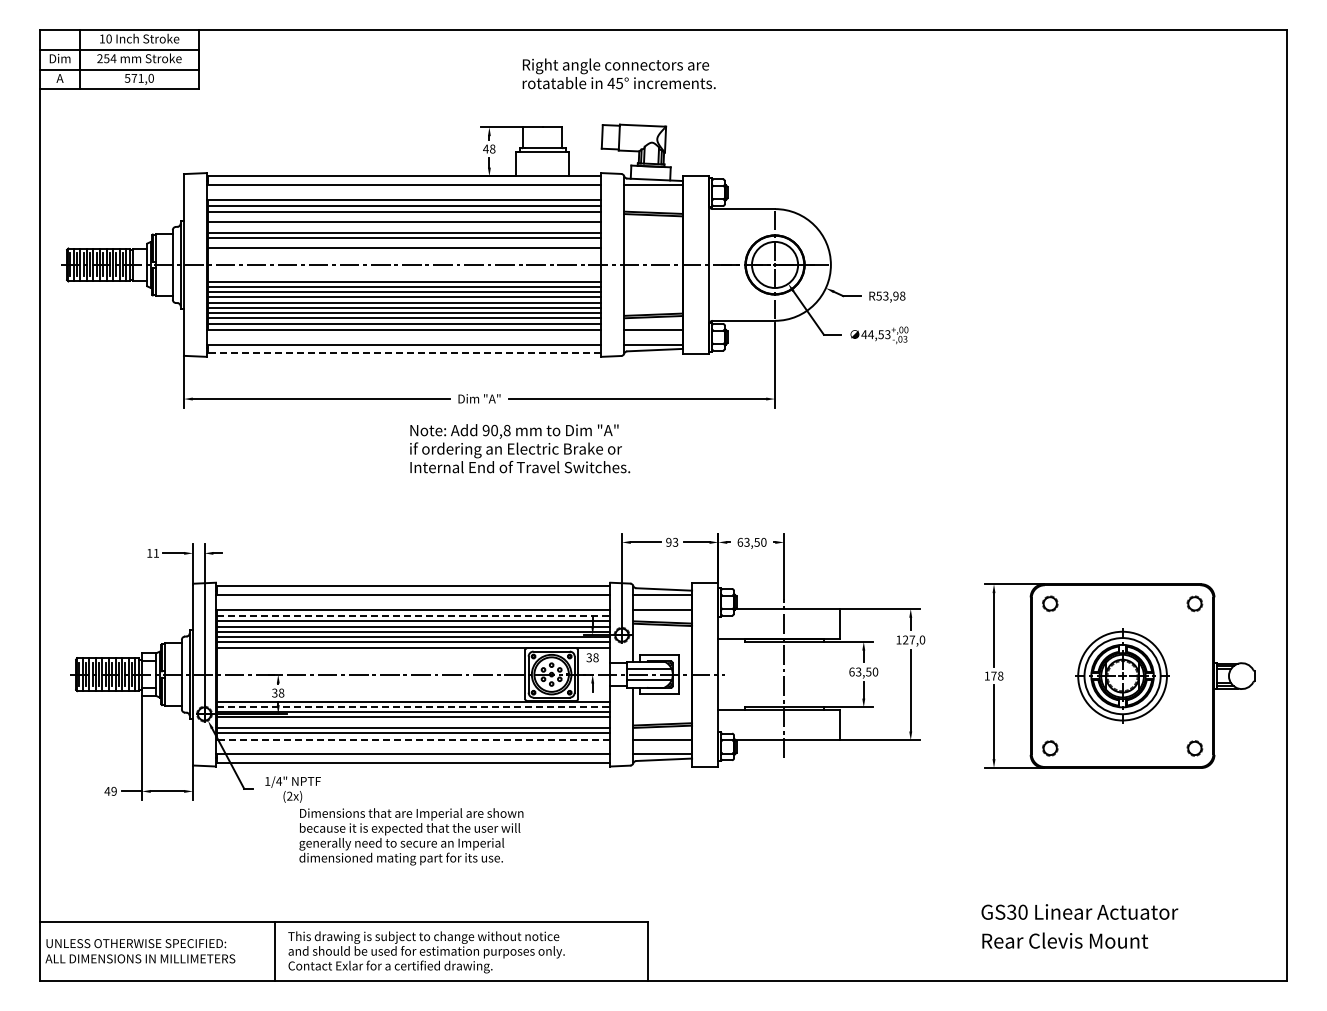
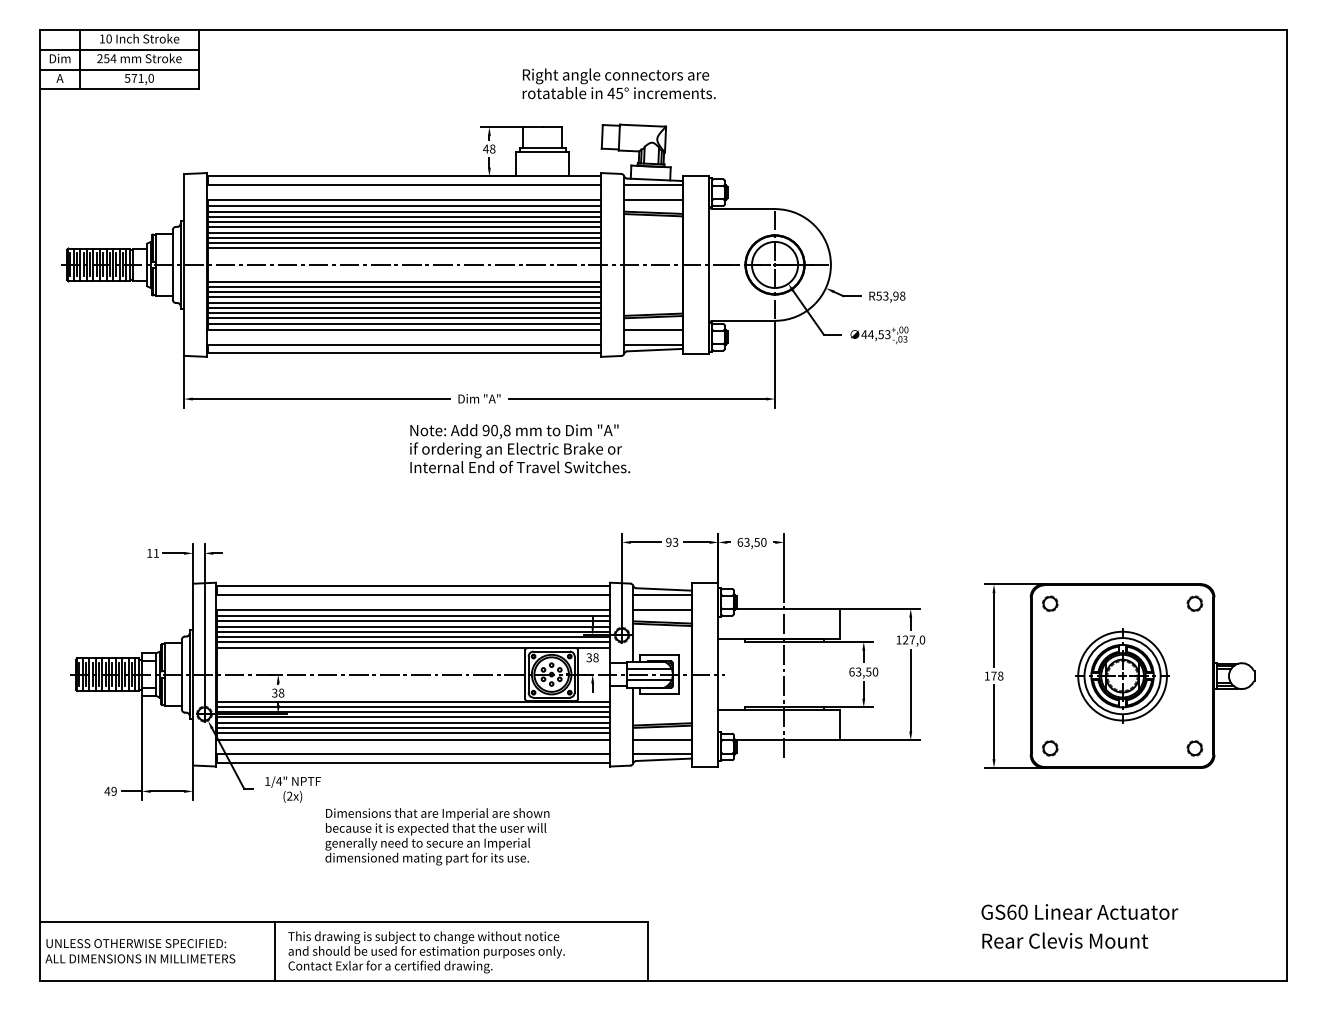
text at (618, 73) position: (618, 73) -> (618, 83)
line at (653, 200): none -> present
line at (404, 216): none -> present
line at (404, 227): none -> present
line at (404, 243): none -> present
line at (404, 353): dashed -> solid
line at (413, 615): dashed -> solid
line at (413, 706): dashed -> solid
line at (413, 722): none -> present
line at (412, 739): dashed -> solid
text at (411, 836) position: (411, 836) -> (437, 836)
text at (1011, 911): GS30 -> GS60
